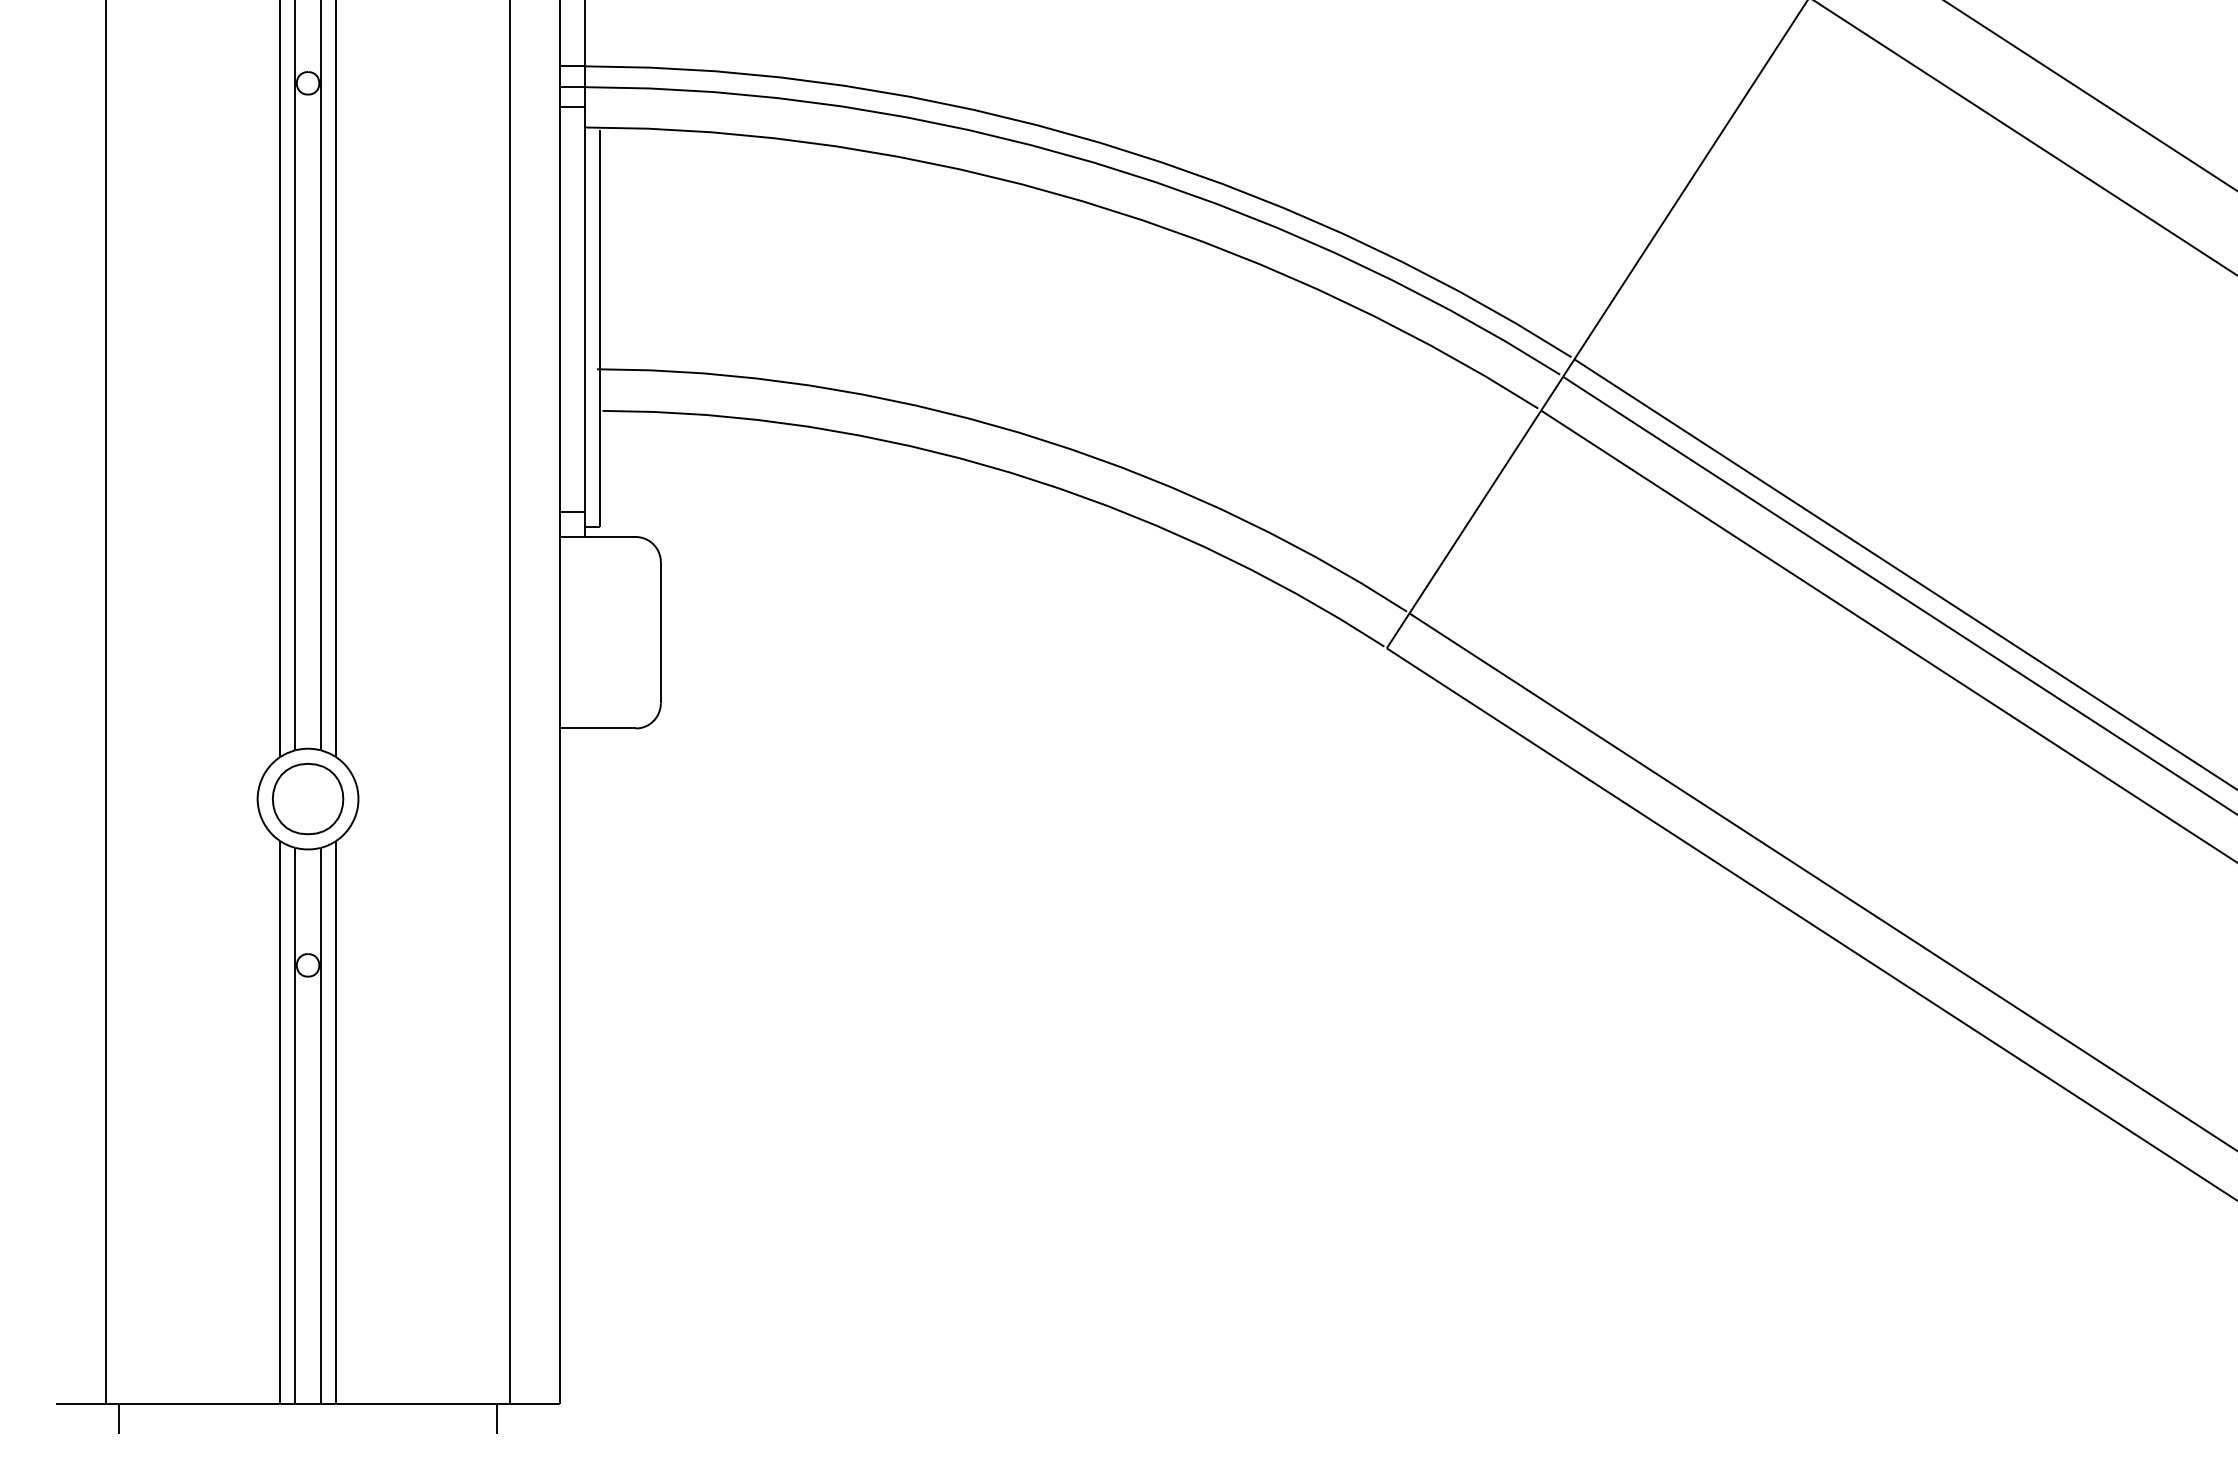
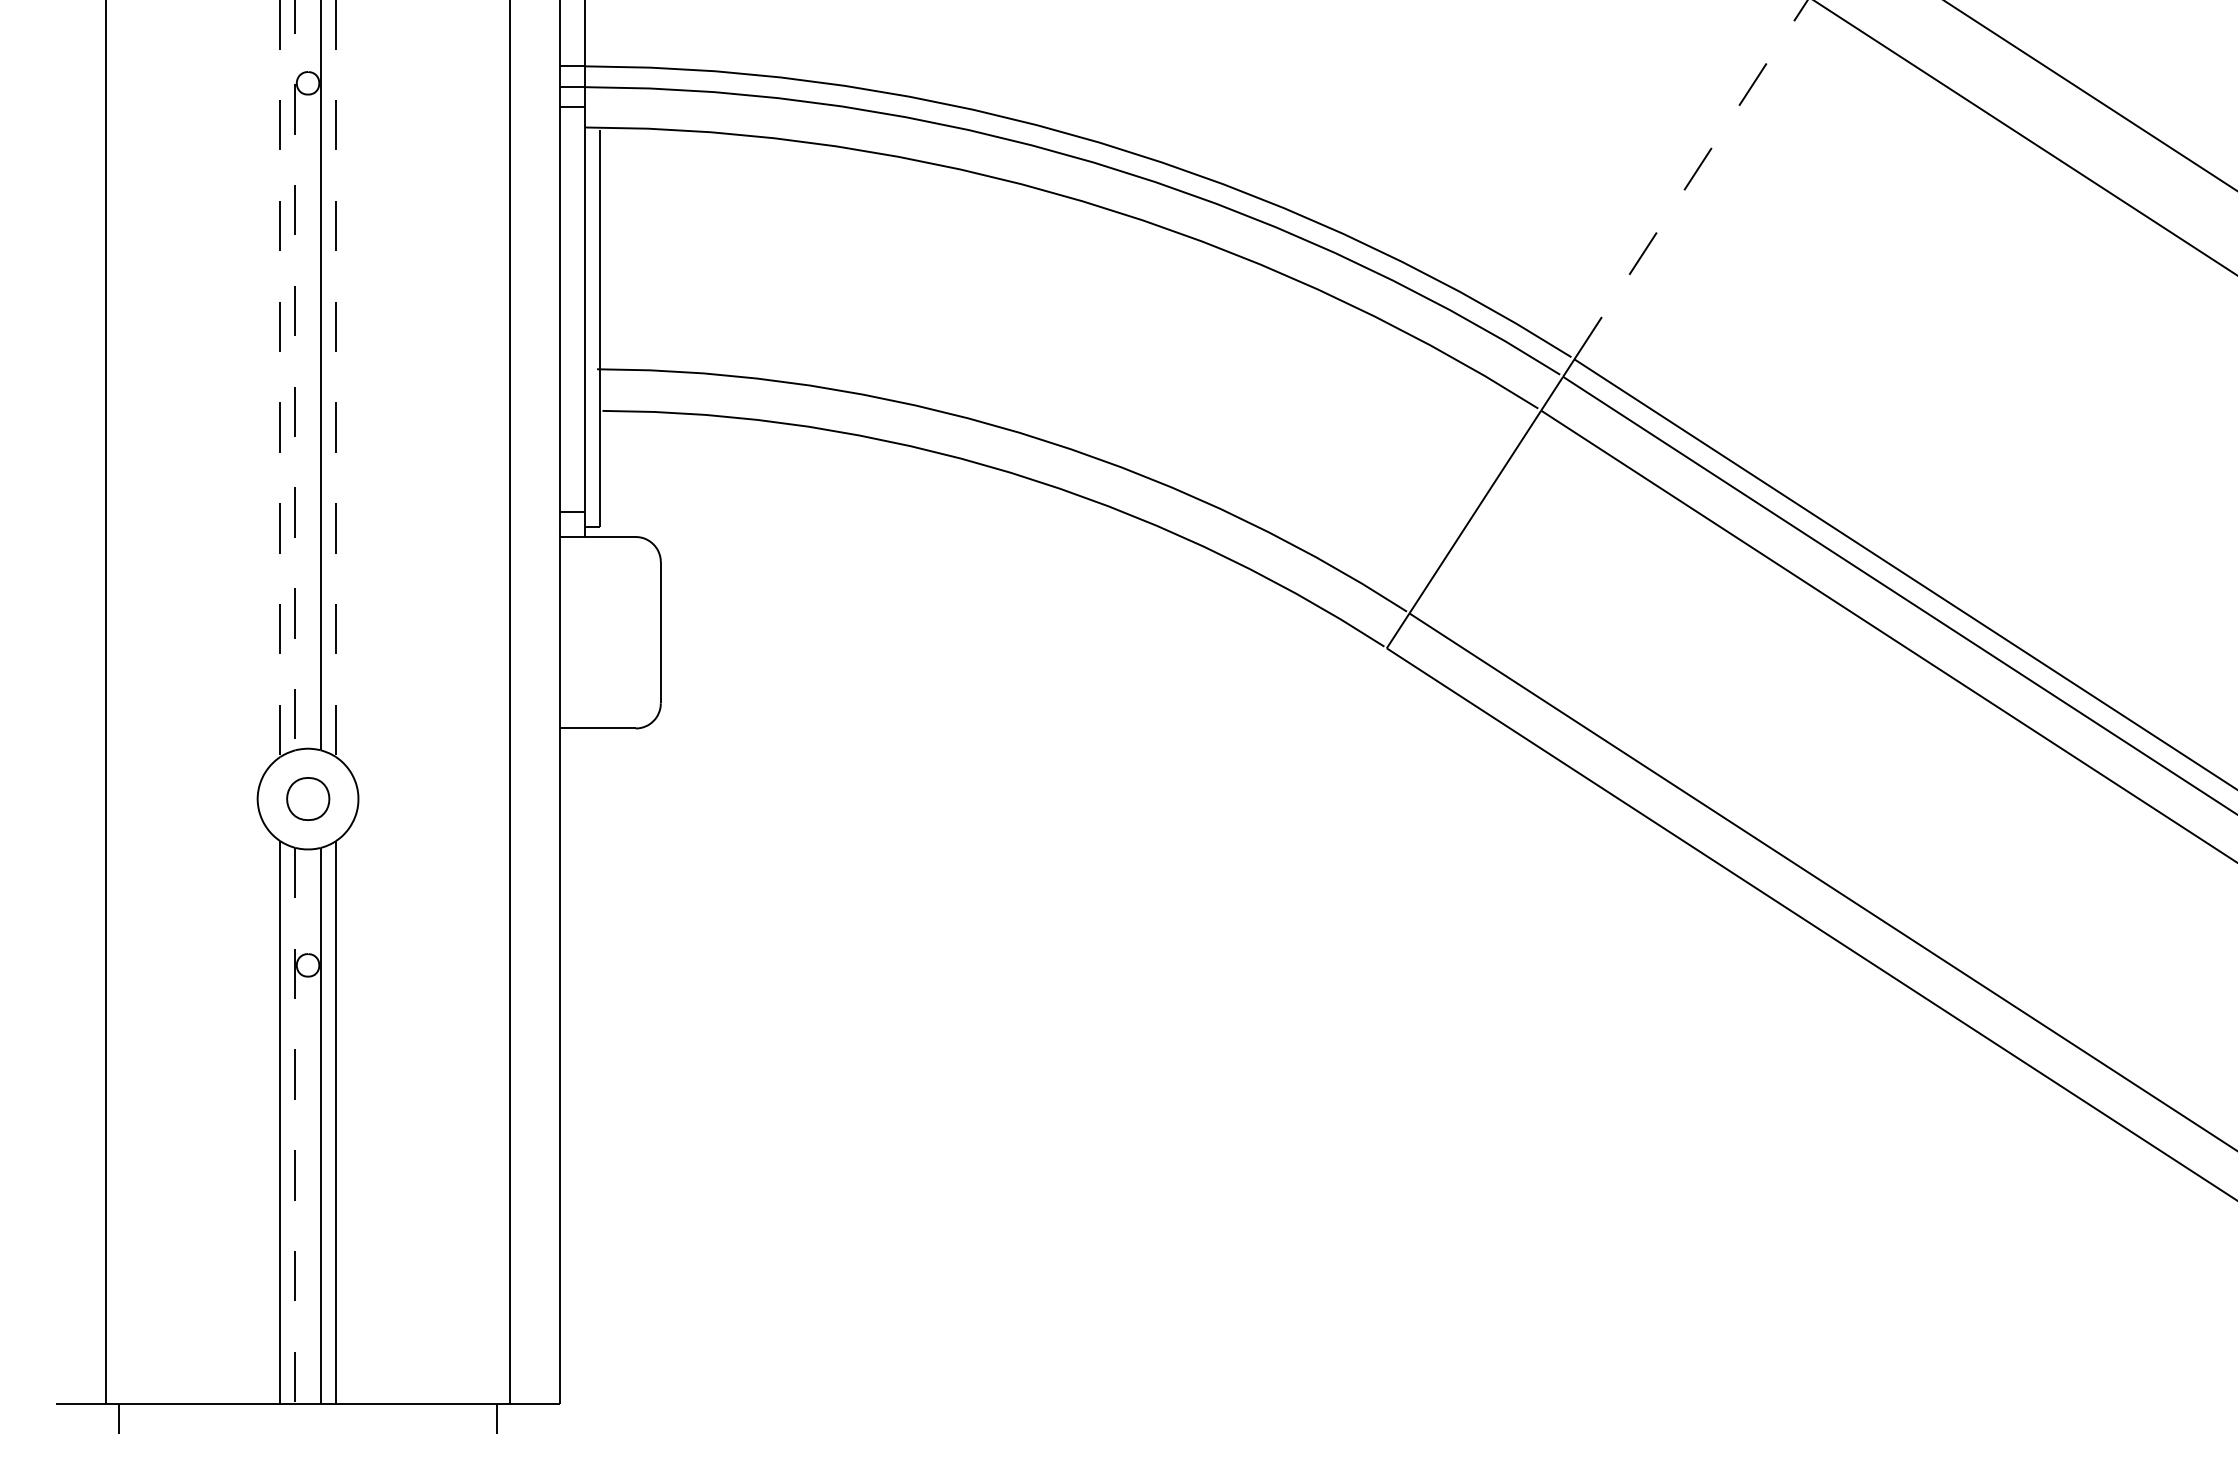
line at (1691, 179): solid -> dashed
line at (295, 375): solid -> dashed
line at (280, 379): solid -> dashed
line at (335, 379): solid -> dashed
part at (308, 798) size: 73x74 px -> 45x44 px
line at (295, 1126): solid -> dashed
